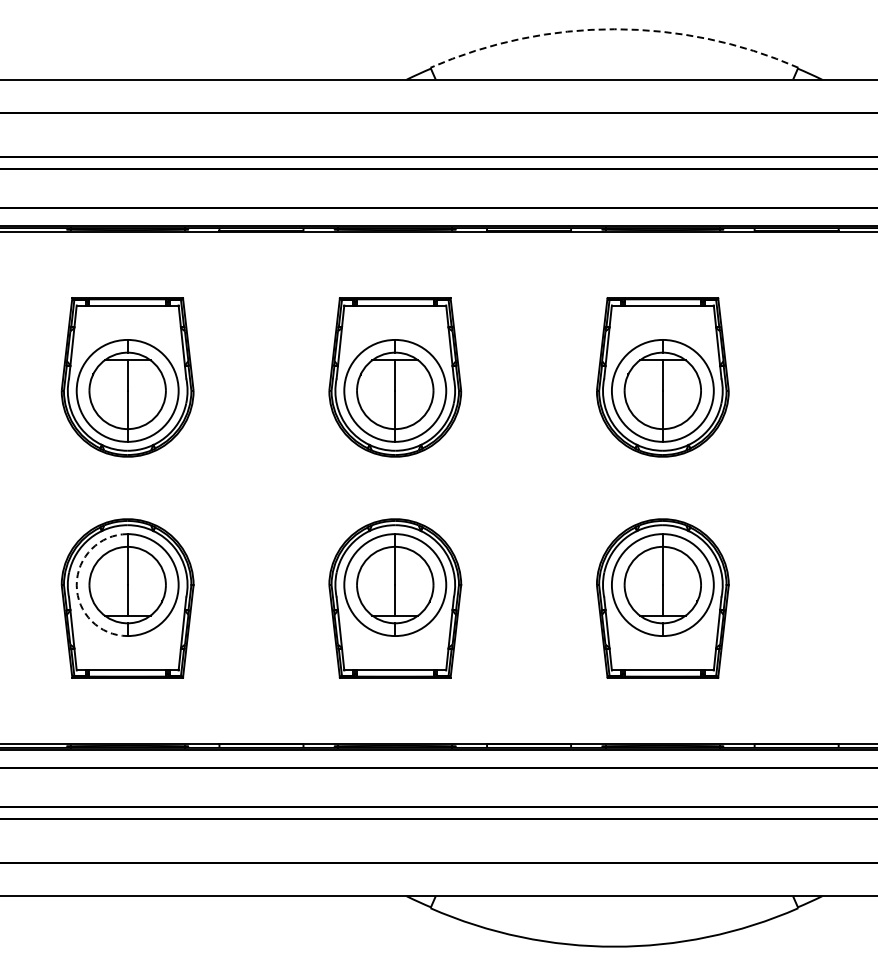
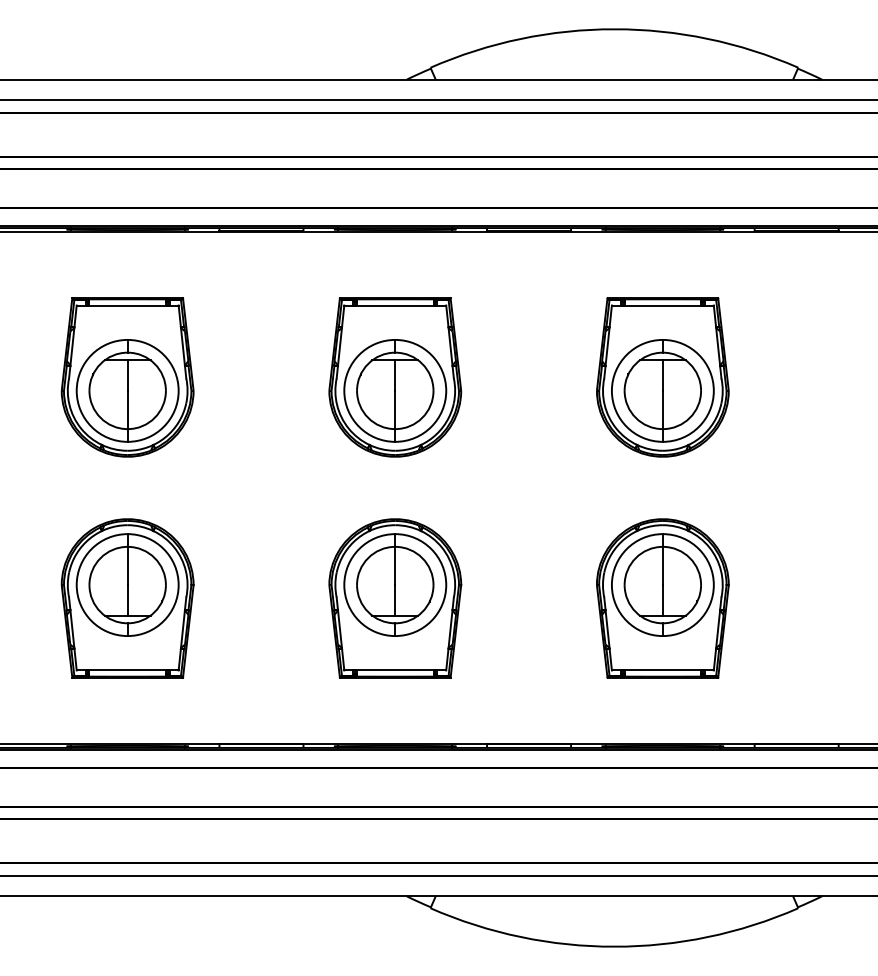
arc at (614, 29): dashed -> solid
line at (438, 99): none -> present
arc at (76, 585): dashed -> solid
line at (438, 876): none -> present
